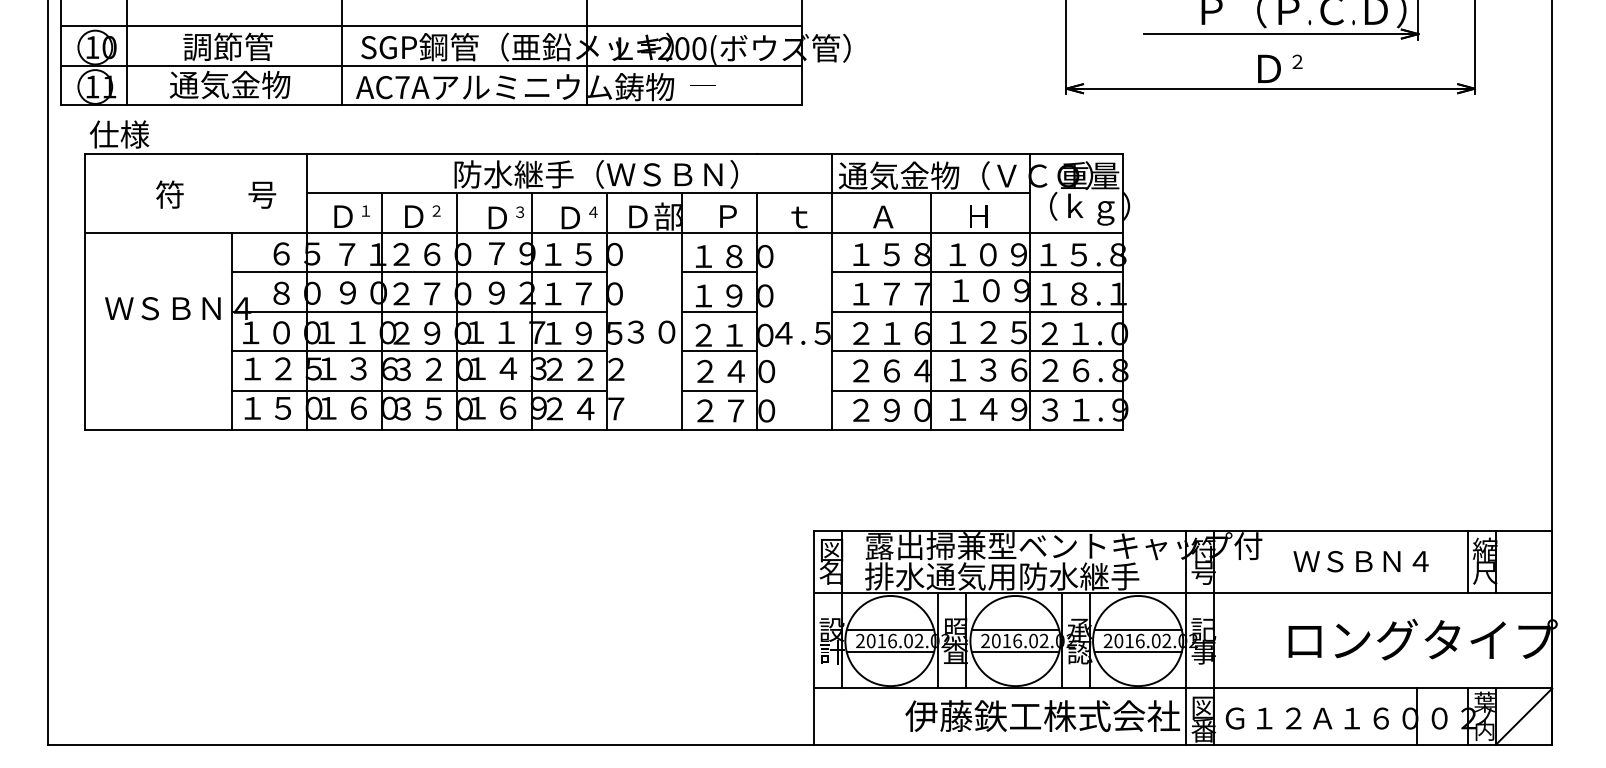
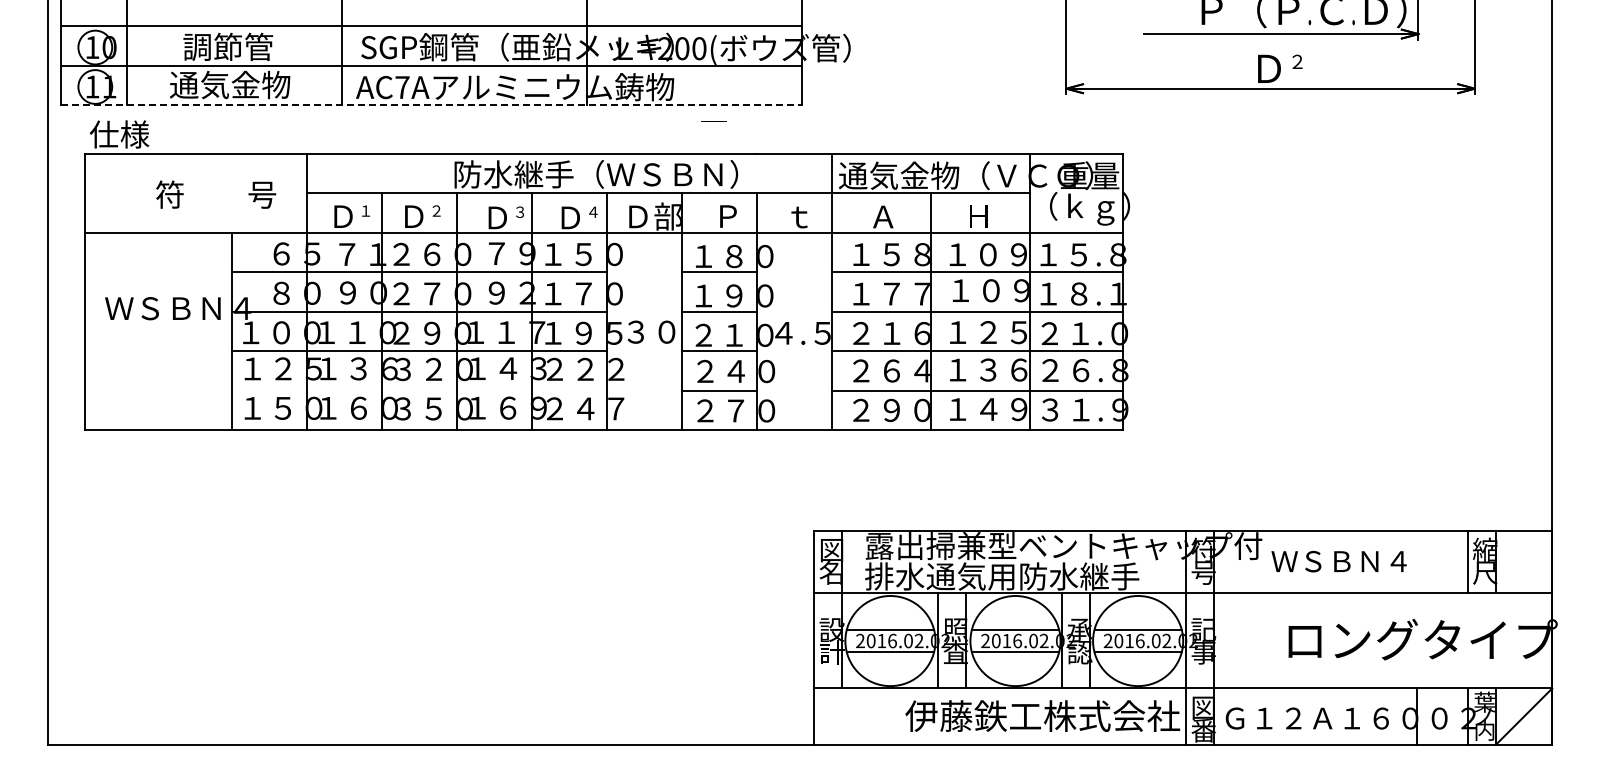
text at (702, 85) position: (702, 85) -> (713, 121)
line at (432, 105): solid -> dashed
line at (419, 390): present -> none
text at (1360, 561) position: (1360, 561) -> (1338, 561)
